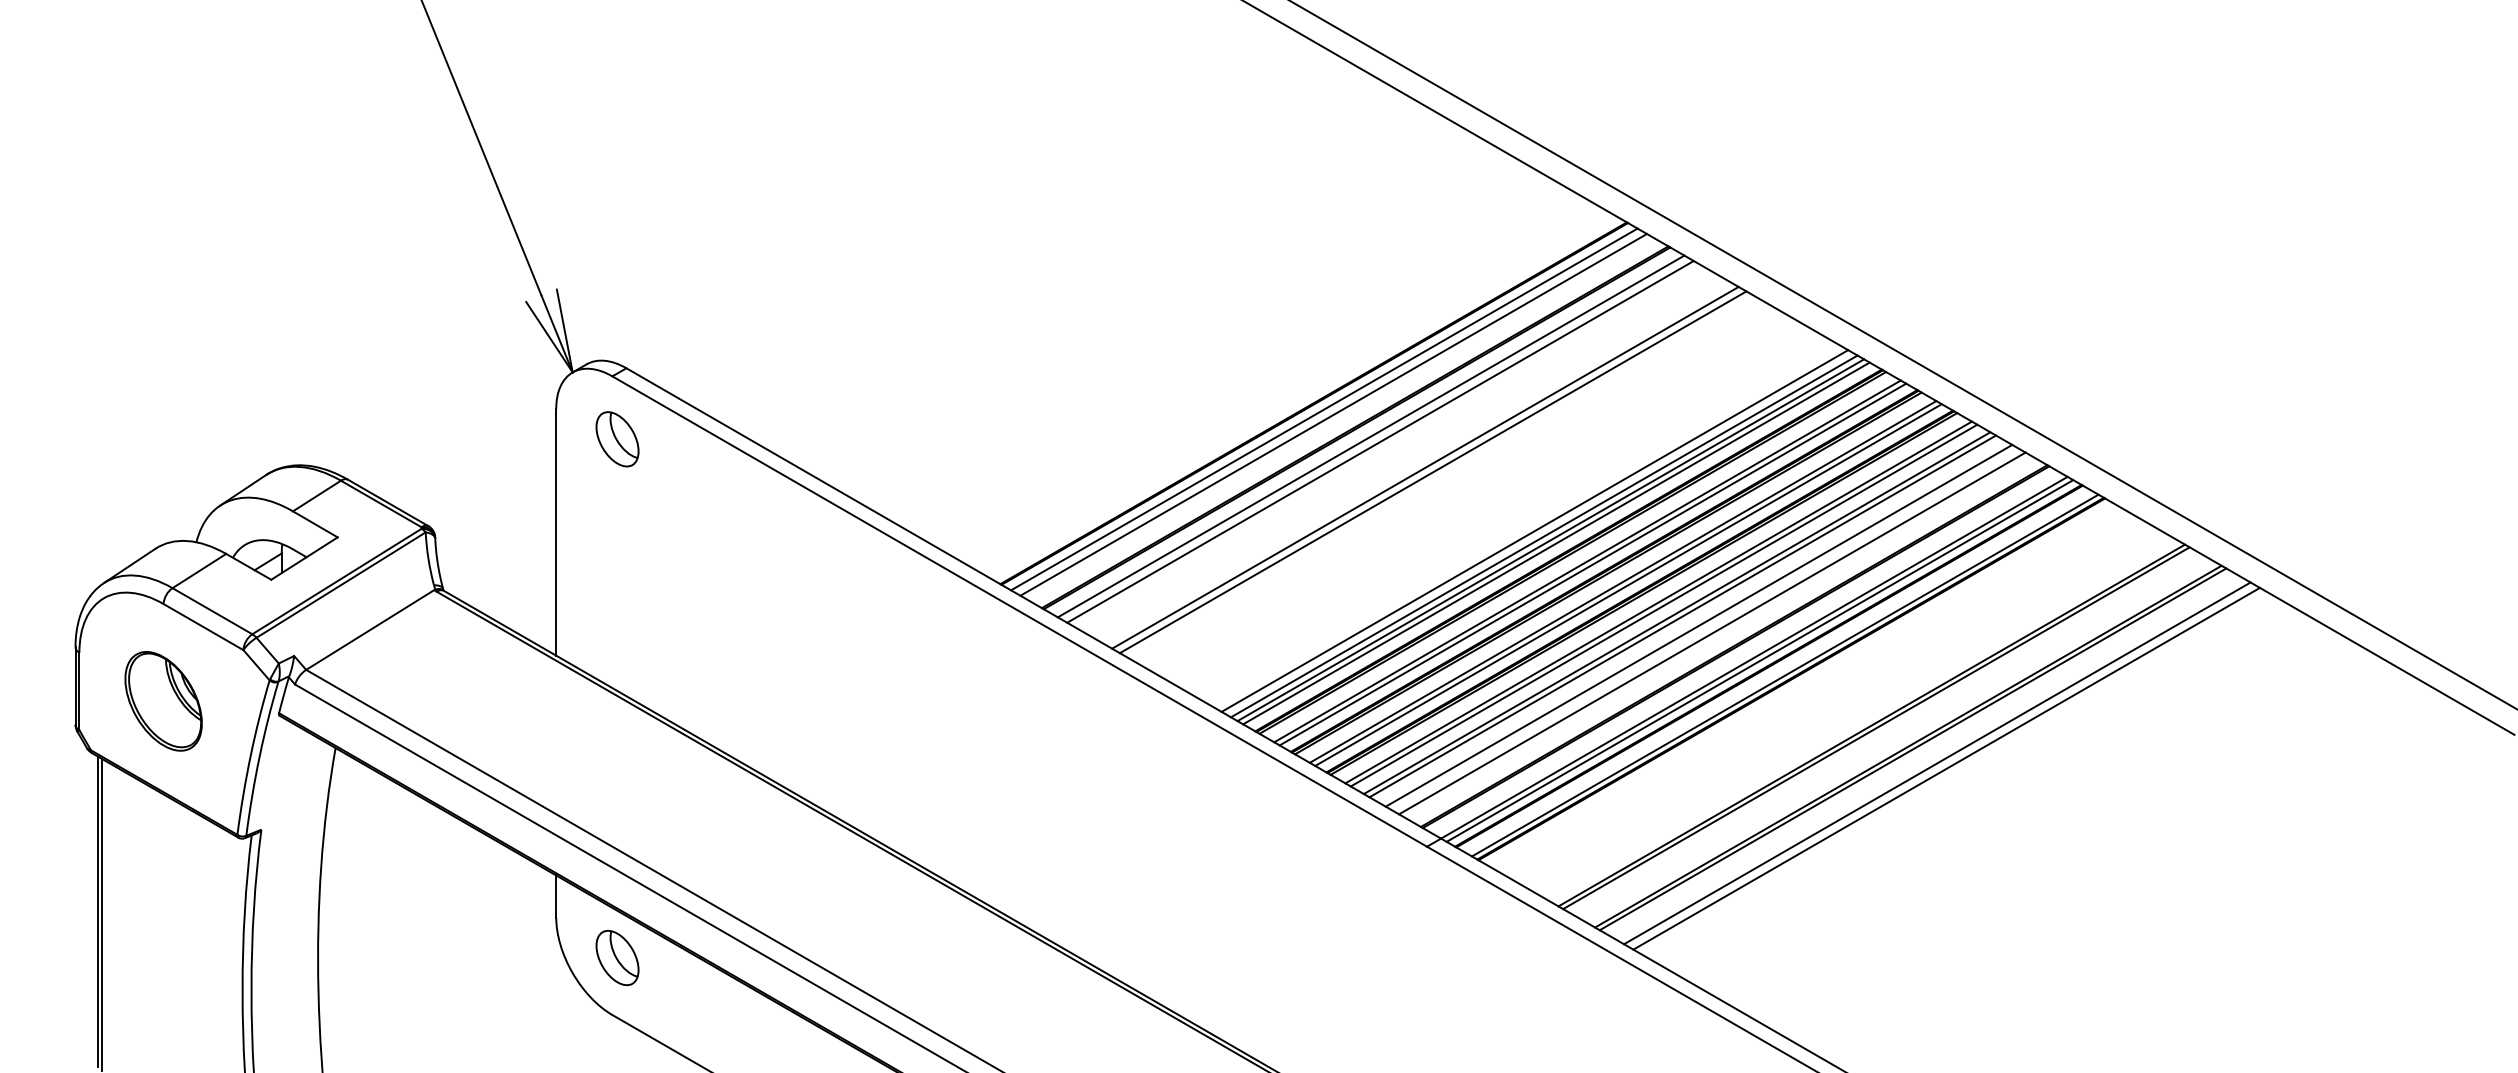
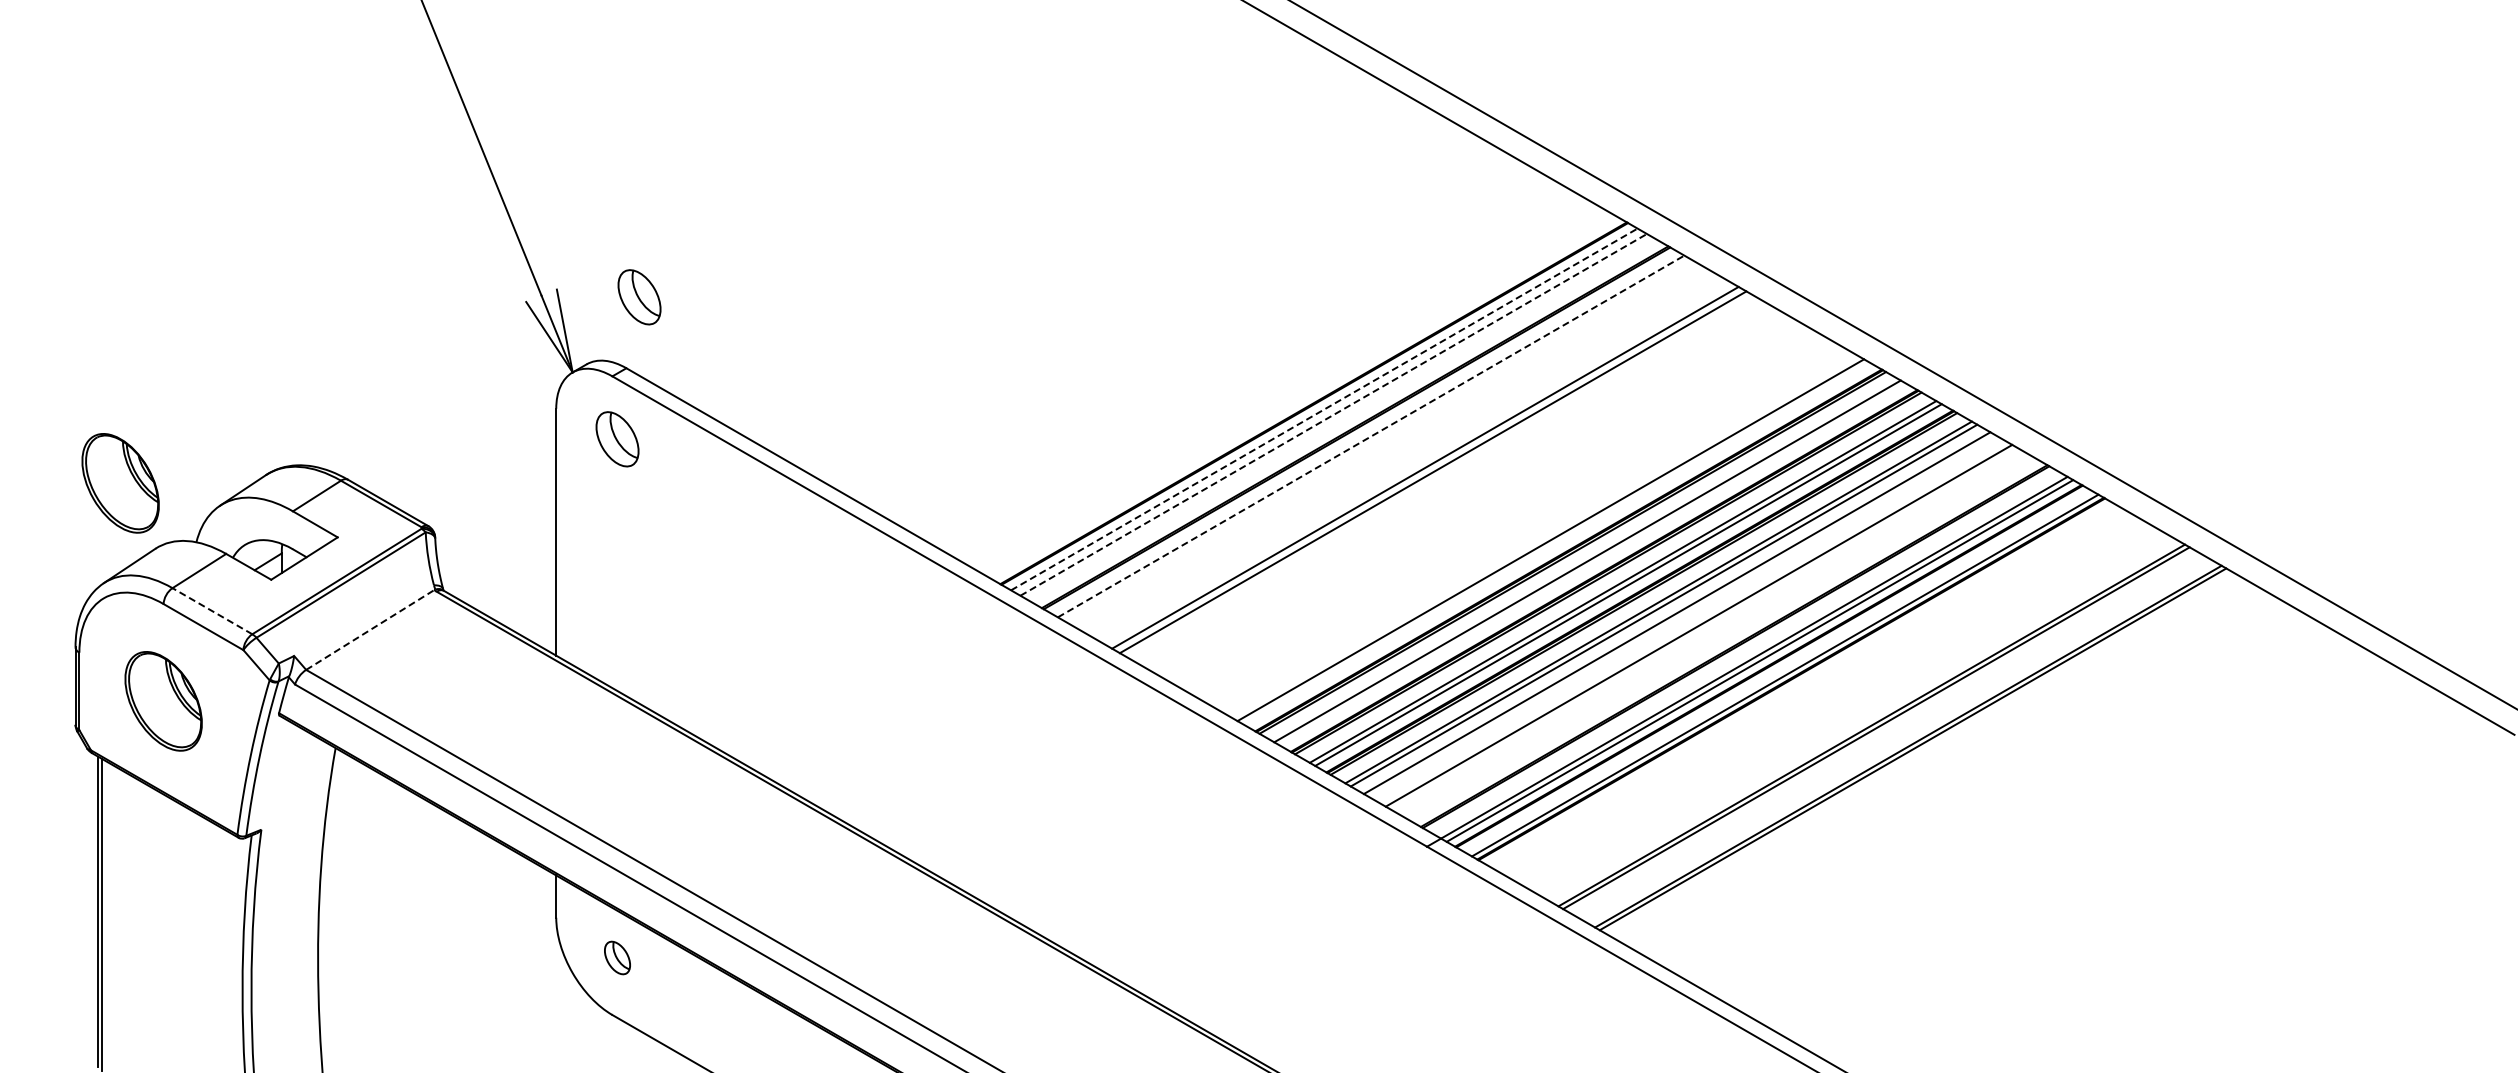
part at (639, 297): none -> present
line at (1324, 409): solid -> dashed
line at (1333, 414): solid -> dashed
line at (1371, 436): solid -> dashed
line at (1380, 441): present -> none
part at (120, 483): none -> present
line at (1534, 530): present -> none
line at (1544, 536): present -> none
line at (1556, 543): present -> none
line at (1592, 564): present -> none
line at (212, 610): solid -> dashed
line at (1682, 616): present -> none
line at (370, 629): solid -> dashed
line at (1712, 633): present -> none
line at (1937, 763): present -> none
line at (1946, 768): present -> none
part at (617, 957) size: 45x58 px -> 27x36 px
